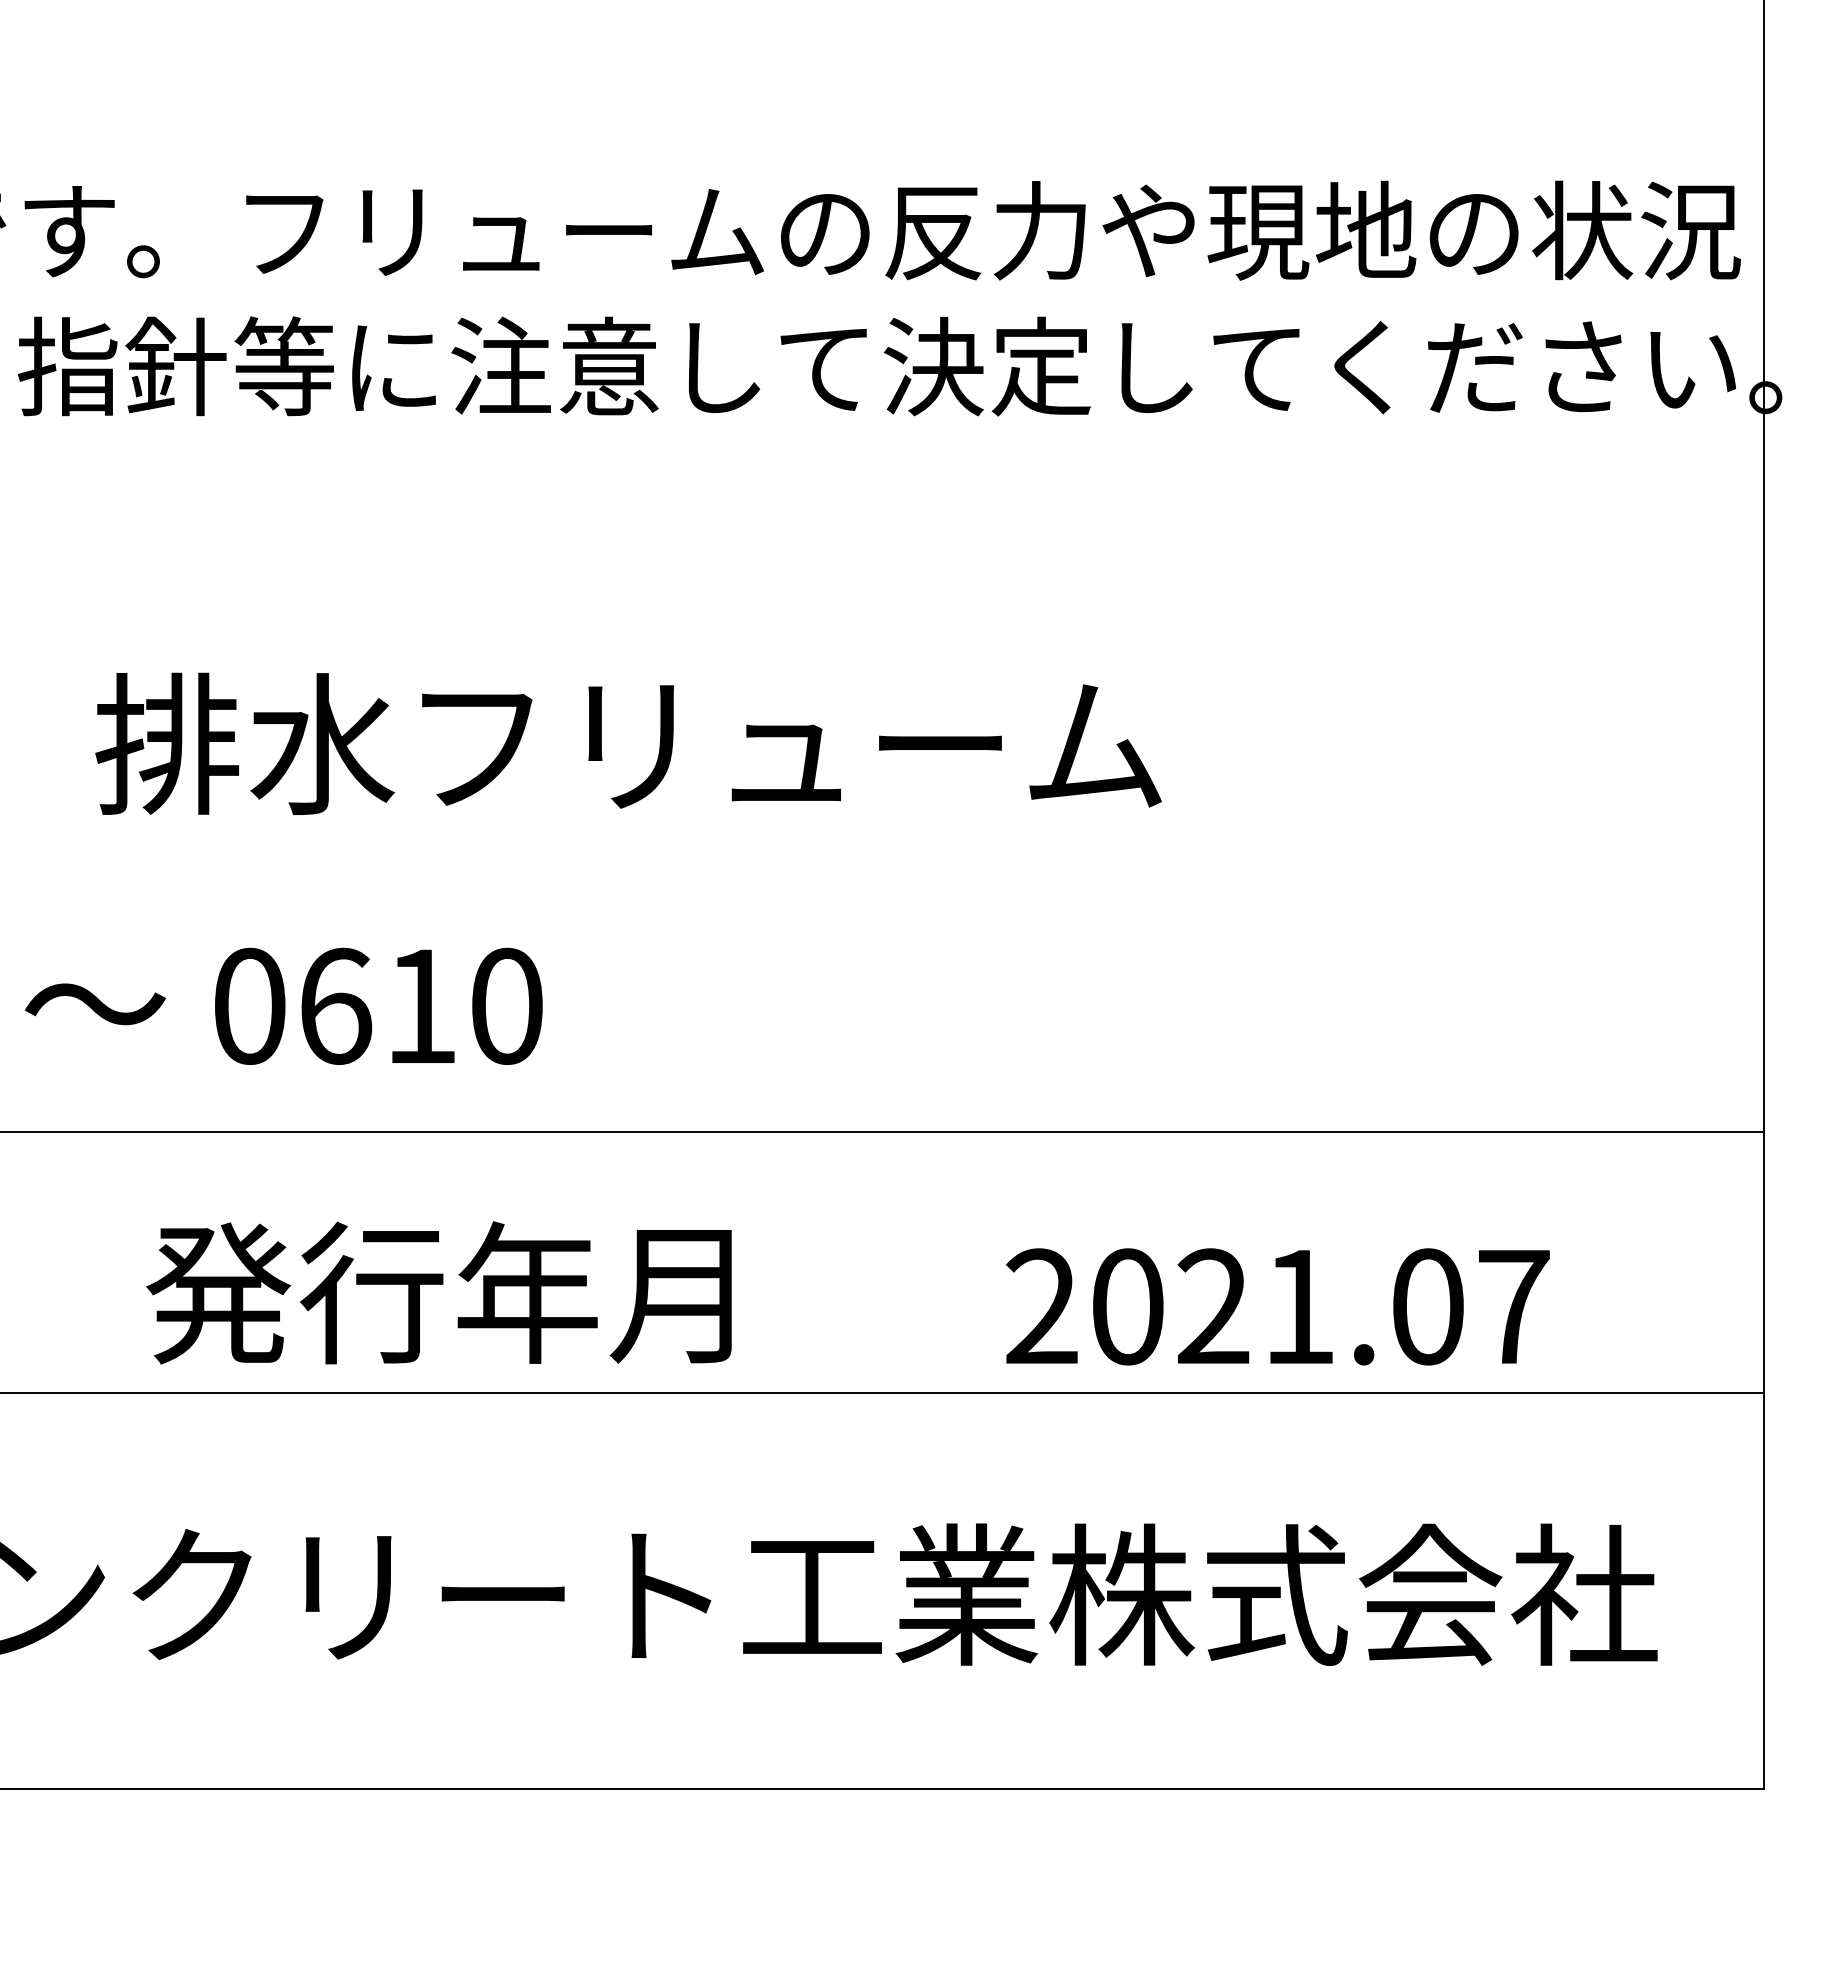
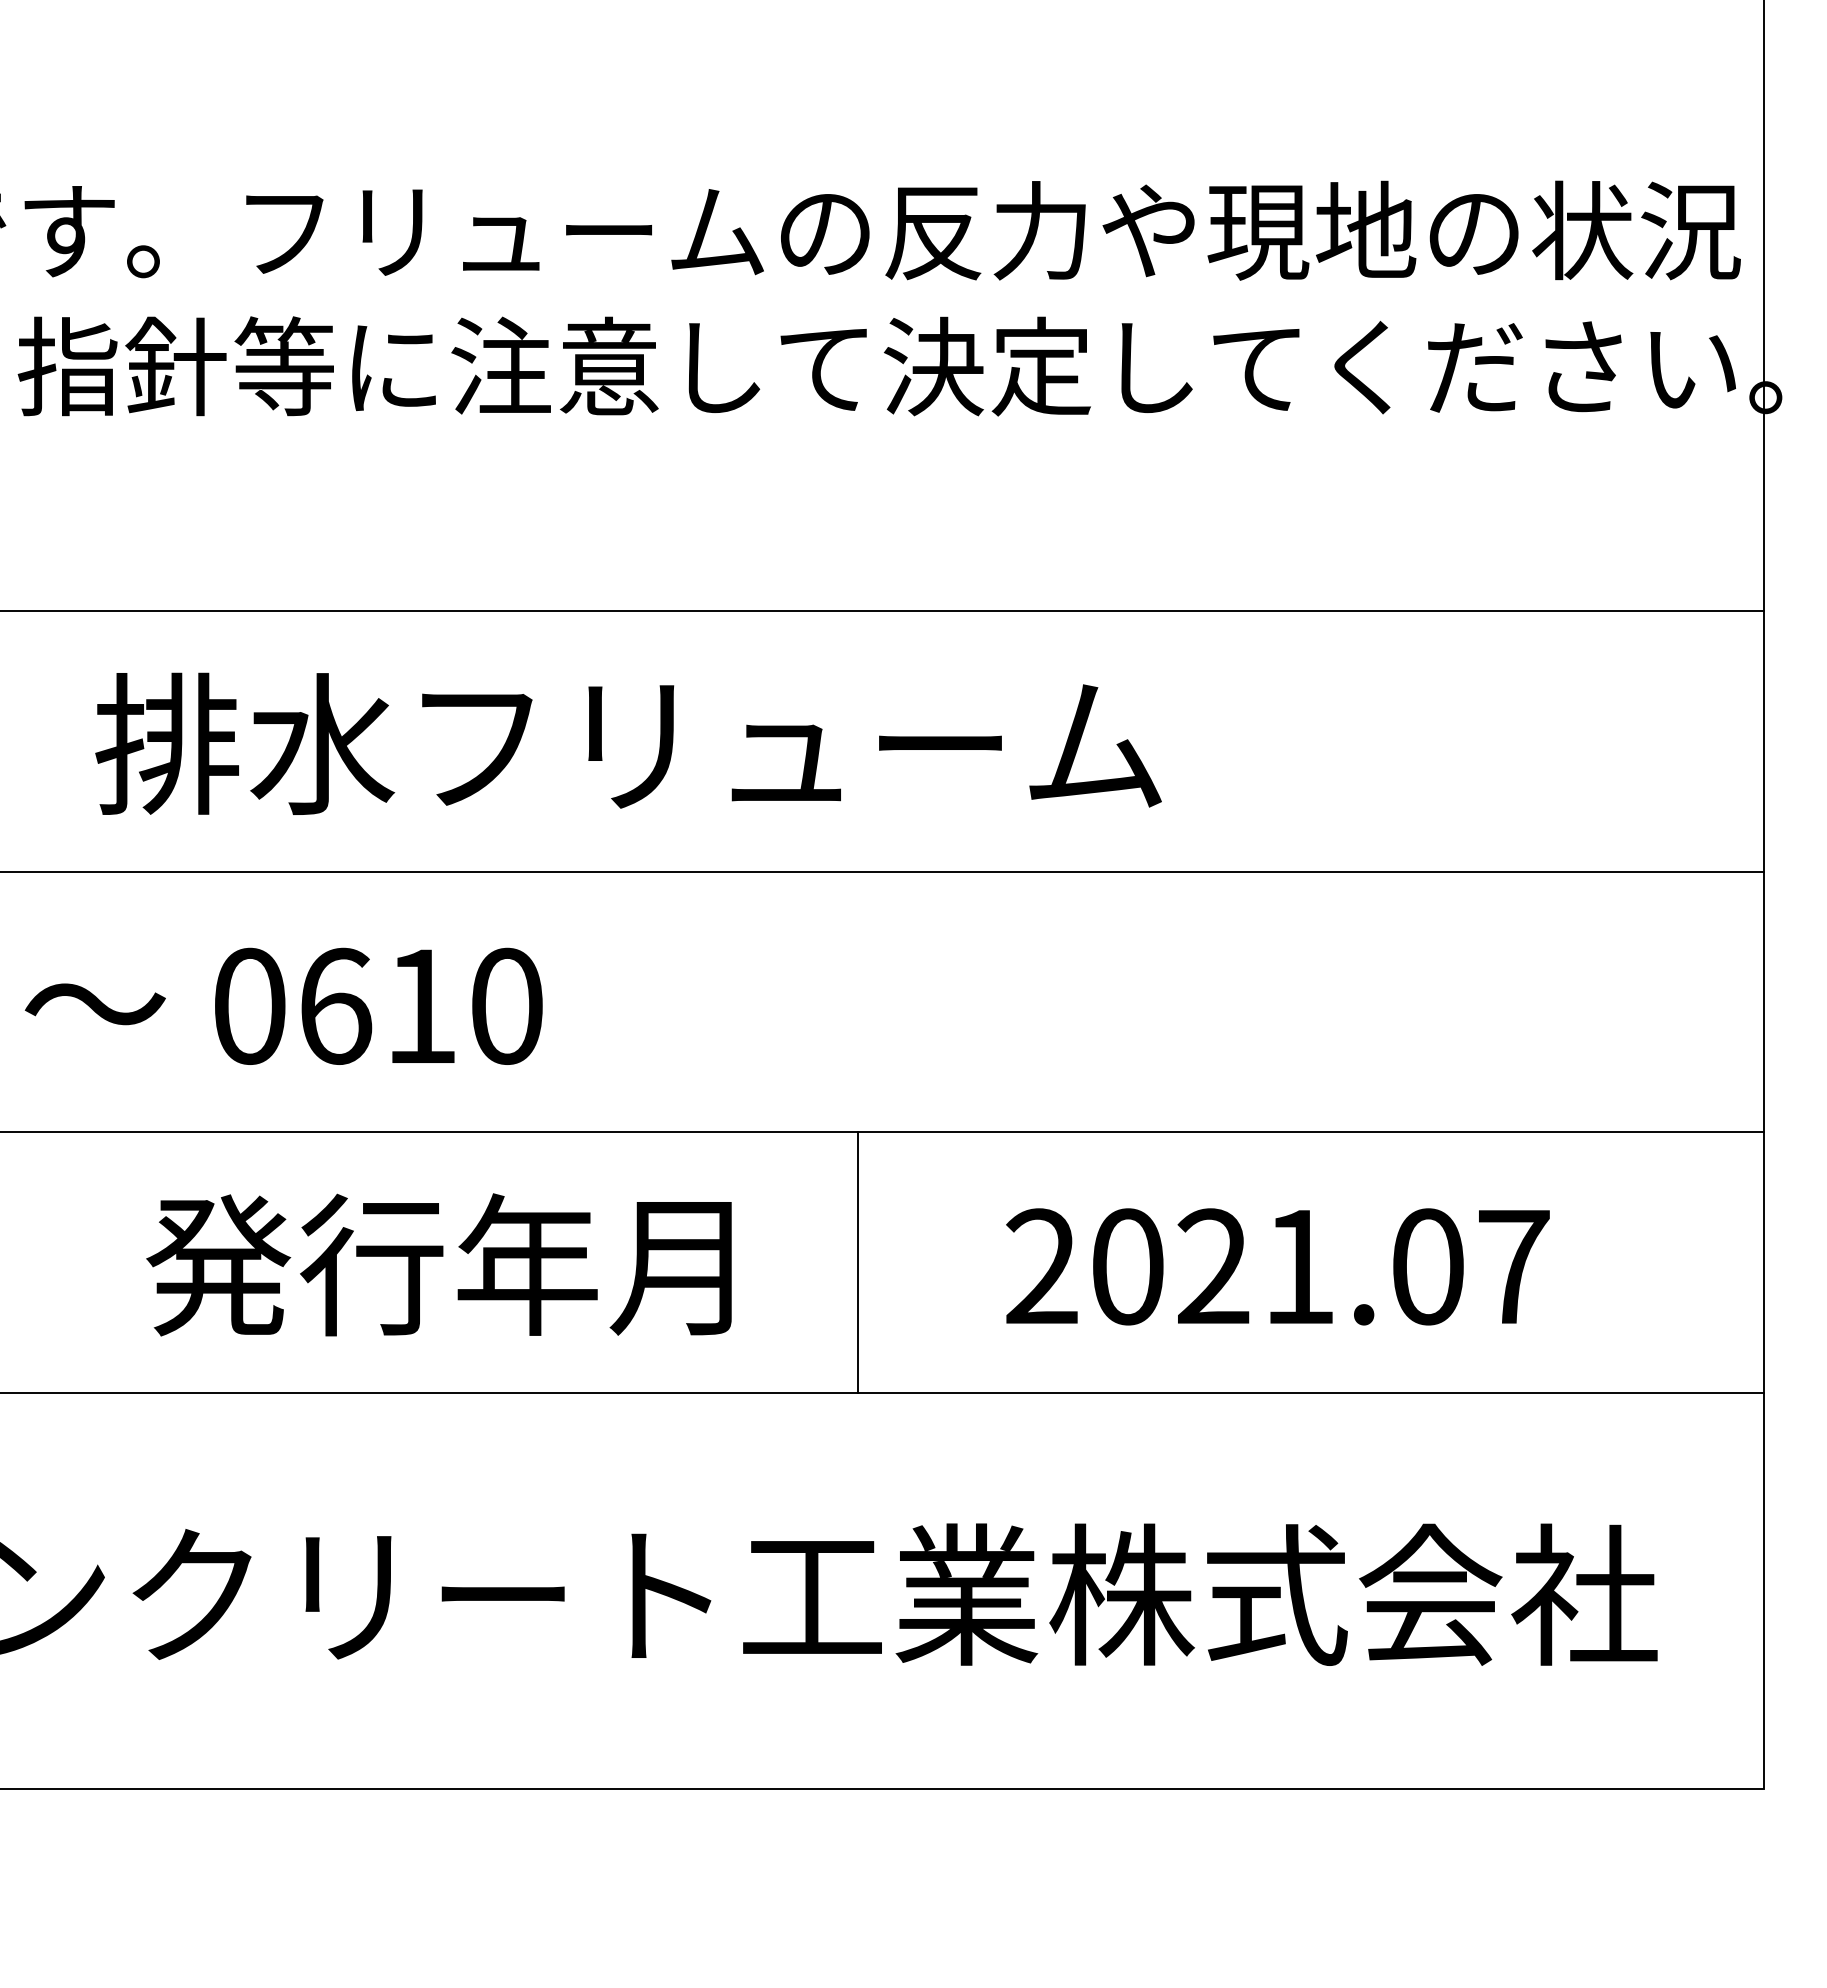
line at (883, 611): none -> present
line at (883, 871): none -> present
line at (858, 1262): none -> present
text at (438, 1292) position: (438, 1292) -> (438, 1264)
text at (1277, 1306) position: (1277, 1306) -> (1277, 1266)
